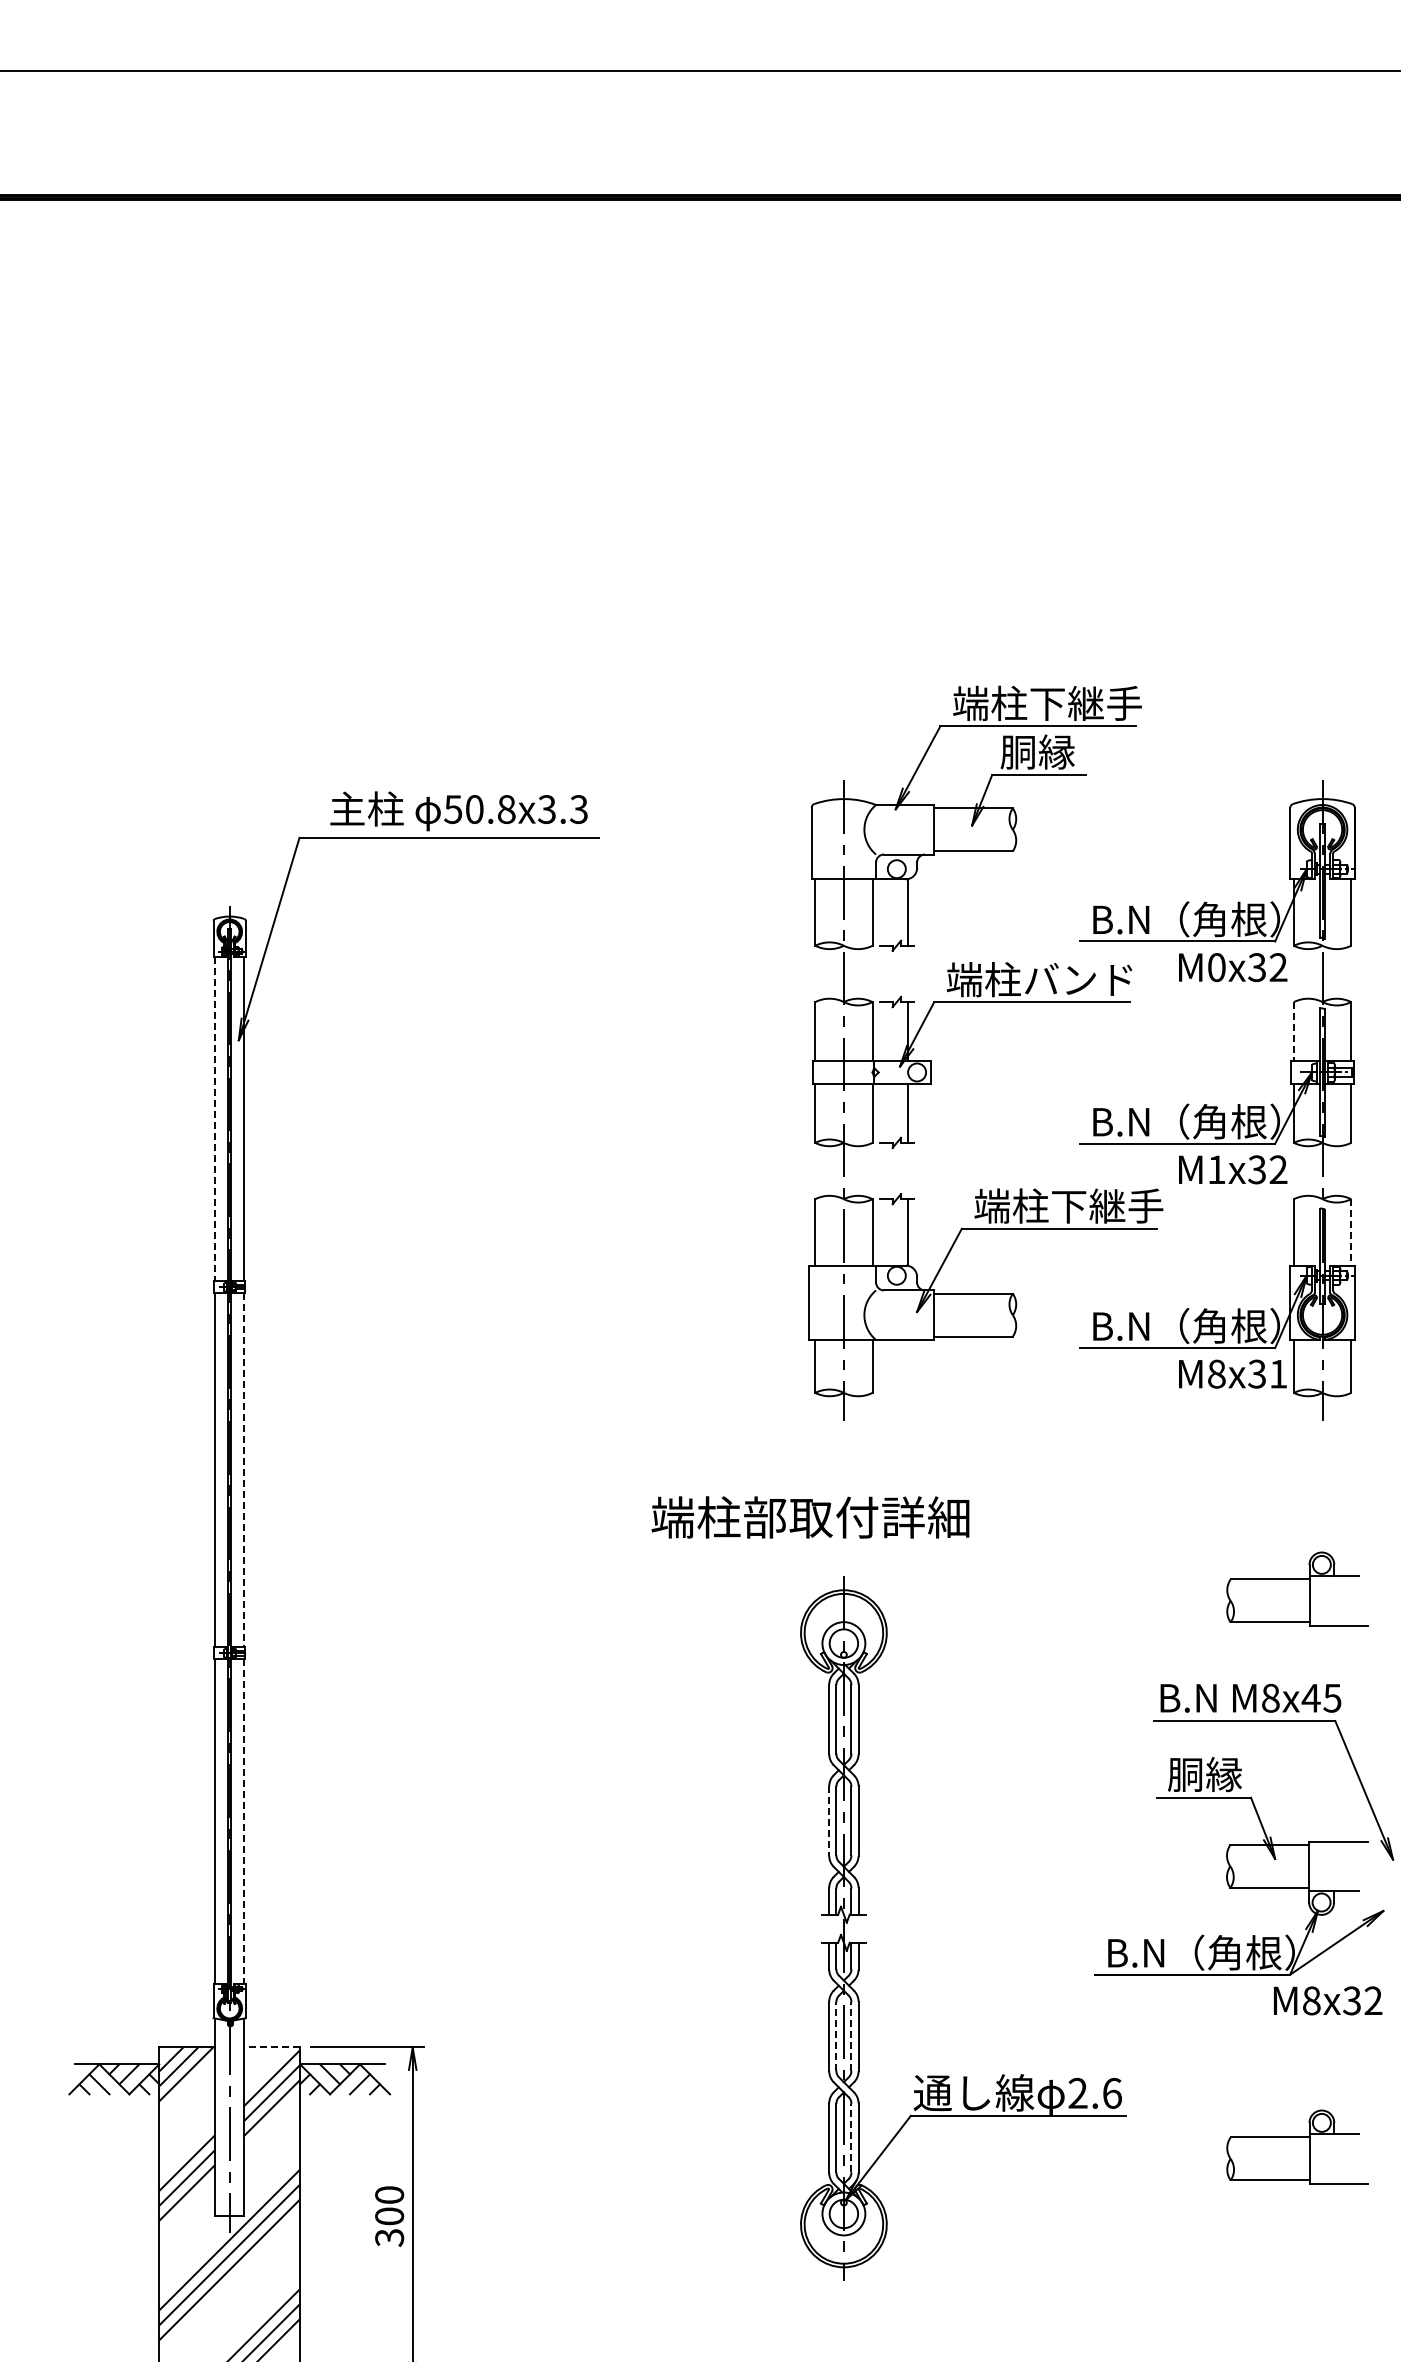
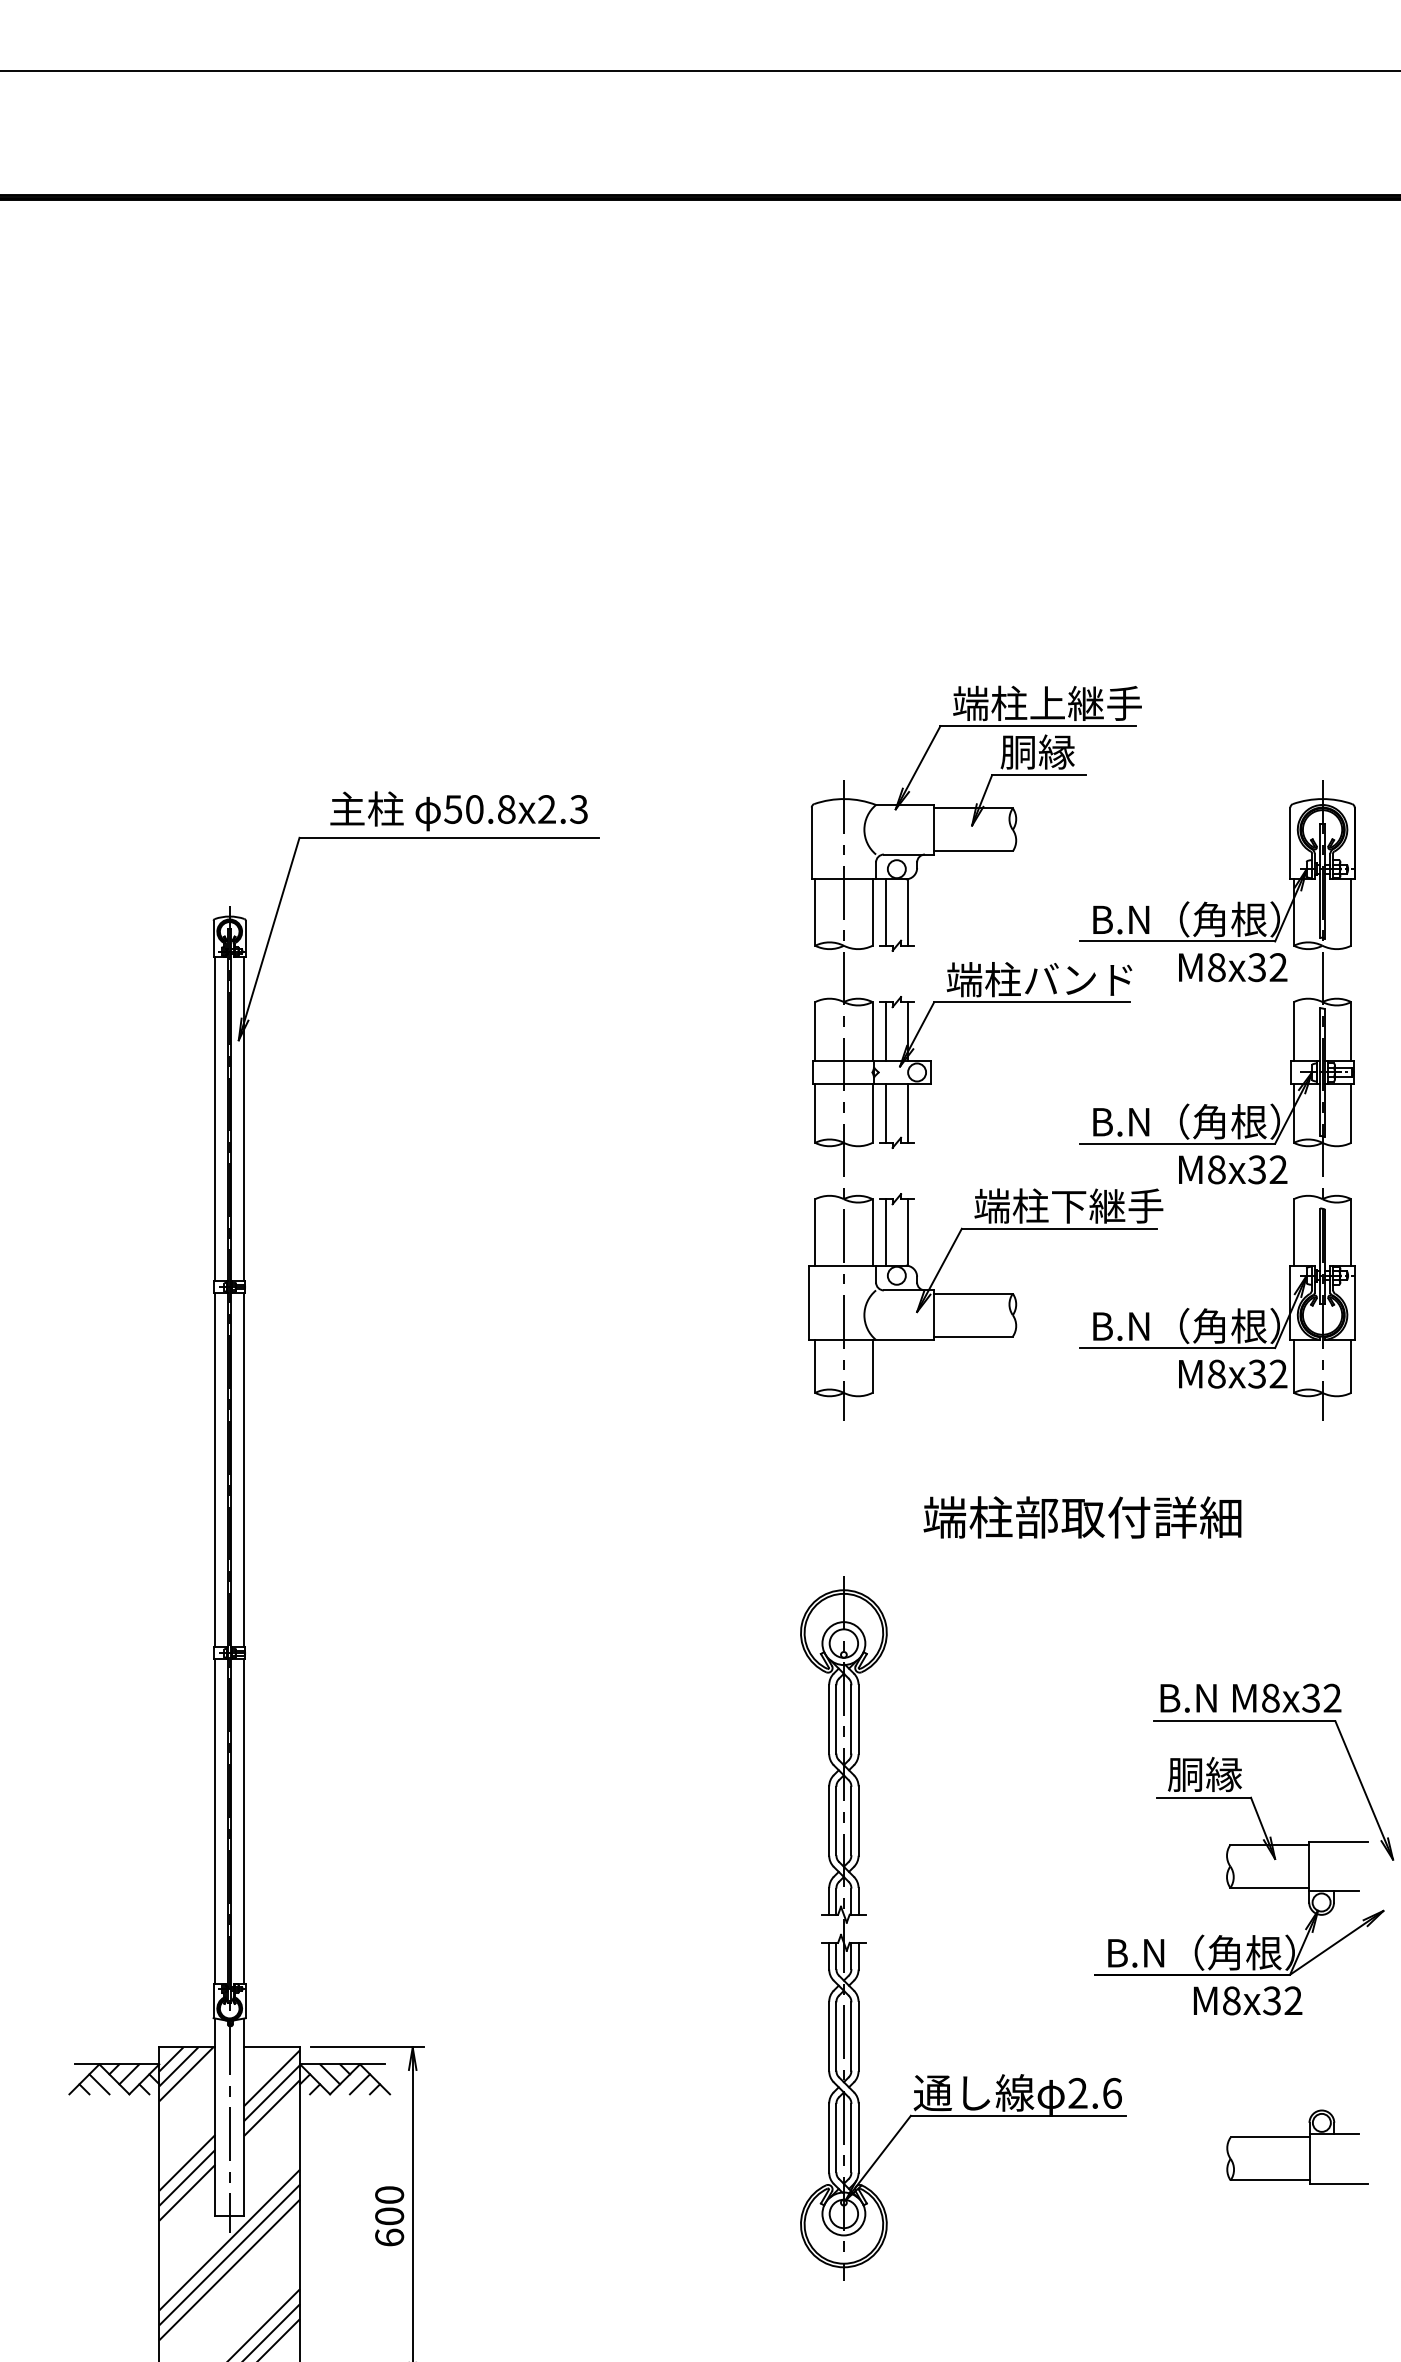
text at (1047, 703): 端柱下継手 -> 端柱上継手
text at (546, 809): 50.8x3.3 -> 50.8x2.3
line at (886, 912): none -> present
text at (1216, 967): M0x32 -> M8x32
line at (886, 1031): none -> present
line at (1293, 1031): dashed -> solid
line at (886, 1113): none -> present
line at (215, 1119): dashed -> solid
text at (1216, 1169): M1x32 -> M8x32
line at (886, 1232): none -> present
line at (1351, 1232): dashed -> solid
text at (1278, 1373): M8x31 -> M8x32
line at (244, 1470): dashed -> solid
text at (810, 1517) position: (810, 1517) -> (1082, 1517)
part at (1297, 1588): present -> none
text at (1321, 1697): M8x45 -> M8x32
line at (829, 1821): dashed -> solid
line at (244, 1822): dashed -> solid
text at (1328, 2000) position: (1328, 2000) -> (1248, 2000)
line at (836, 2036): dashed -> solid
line at (851, 2036): dashed -> solid
line at (271, 2047): dashed -> solid
line at (851, 2137): dashed -> solid
text at (389, 2237): 300 -> 600
